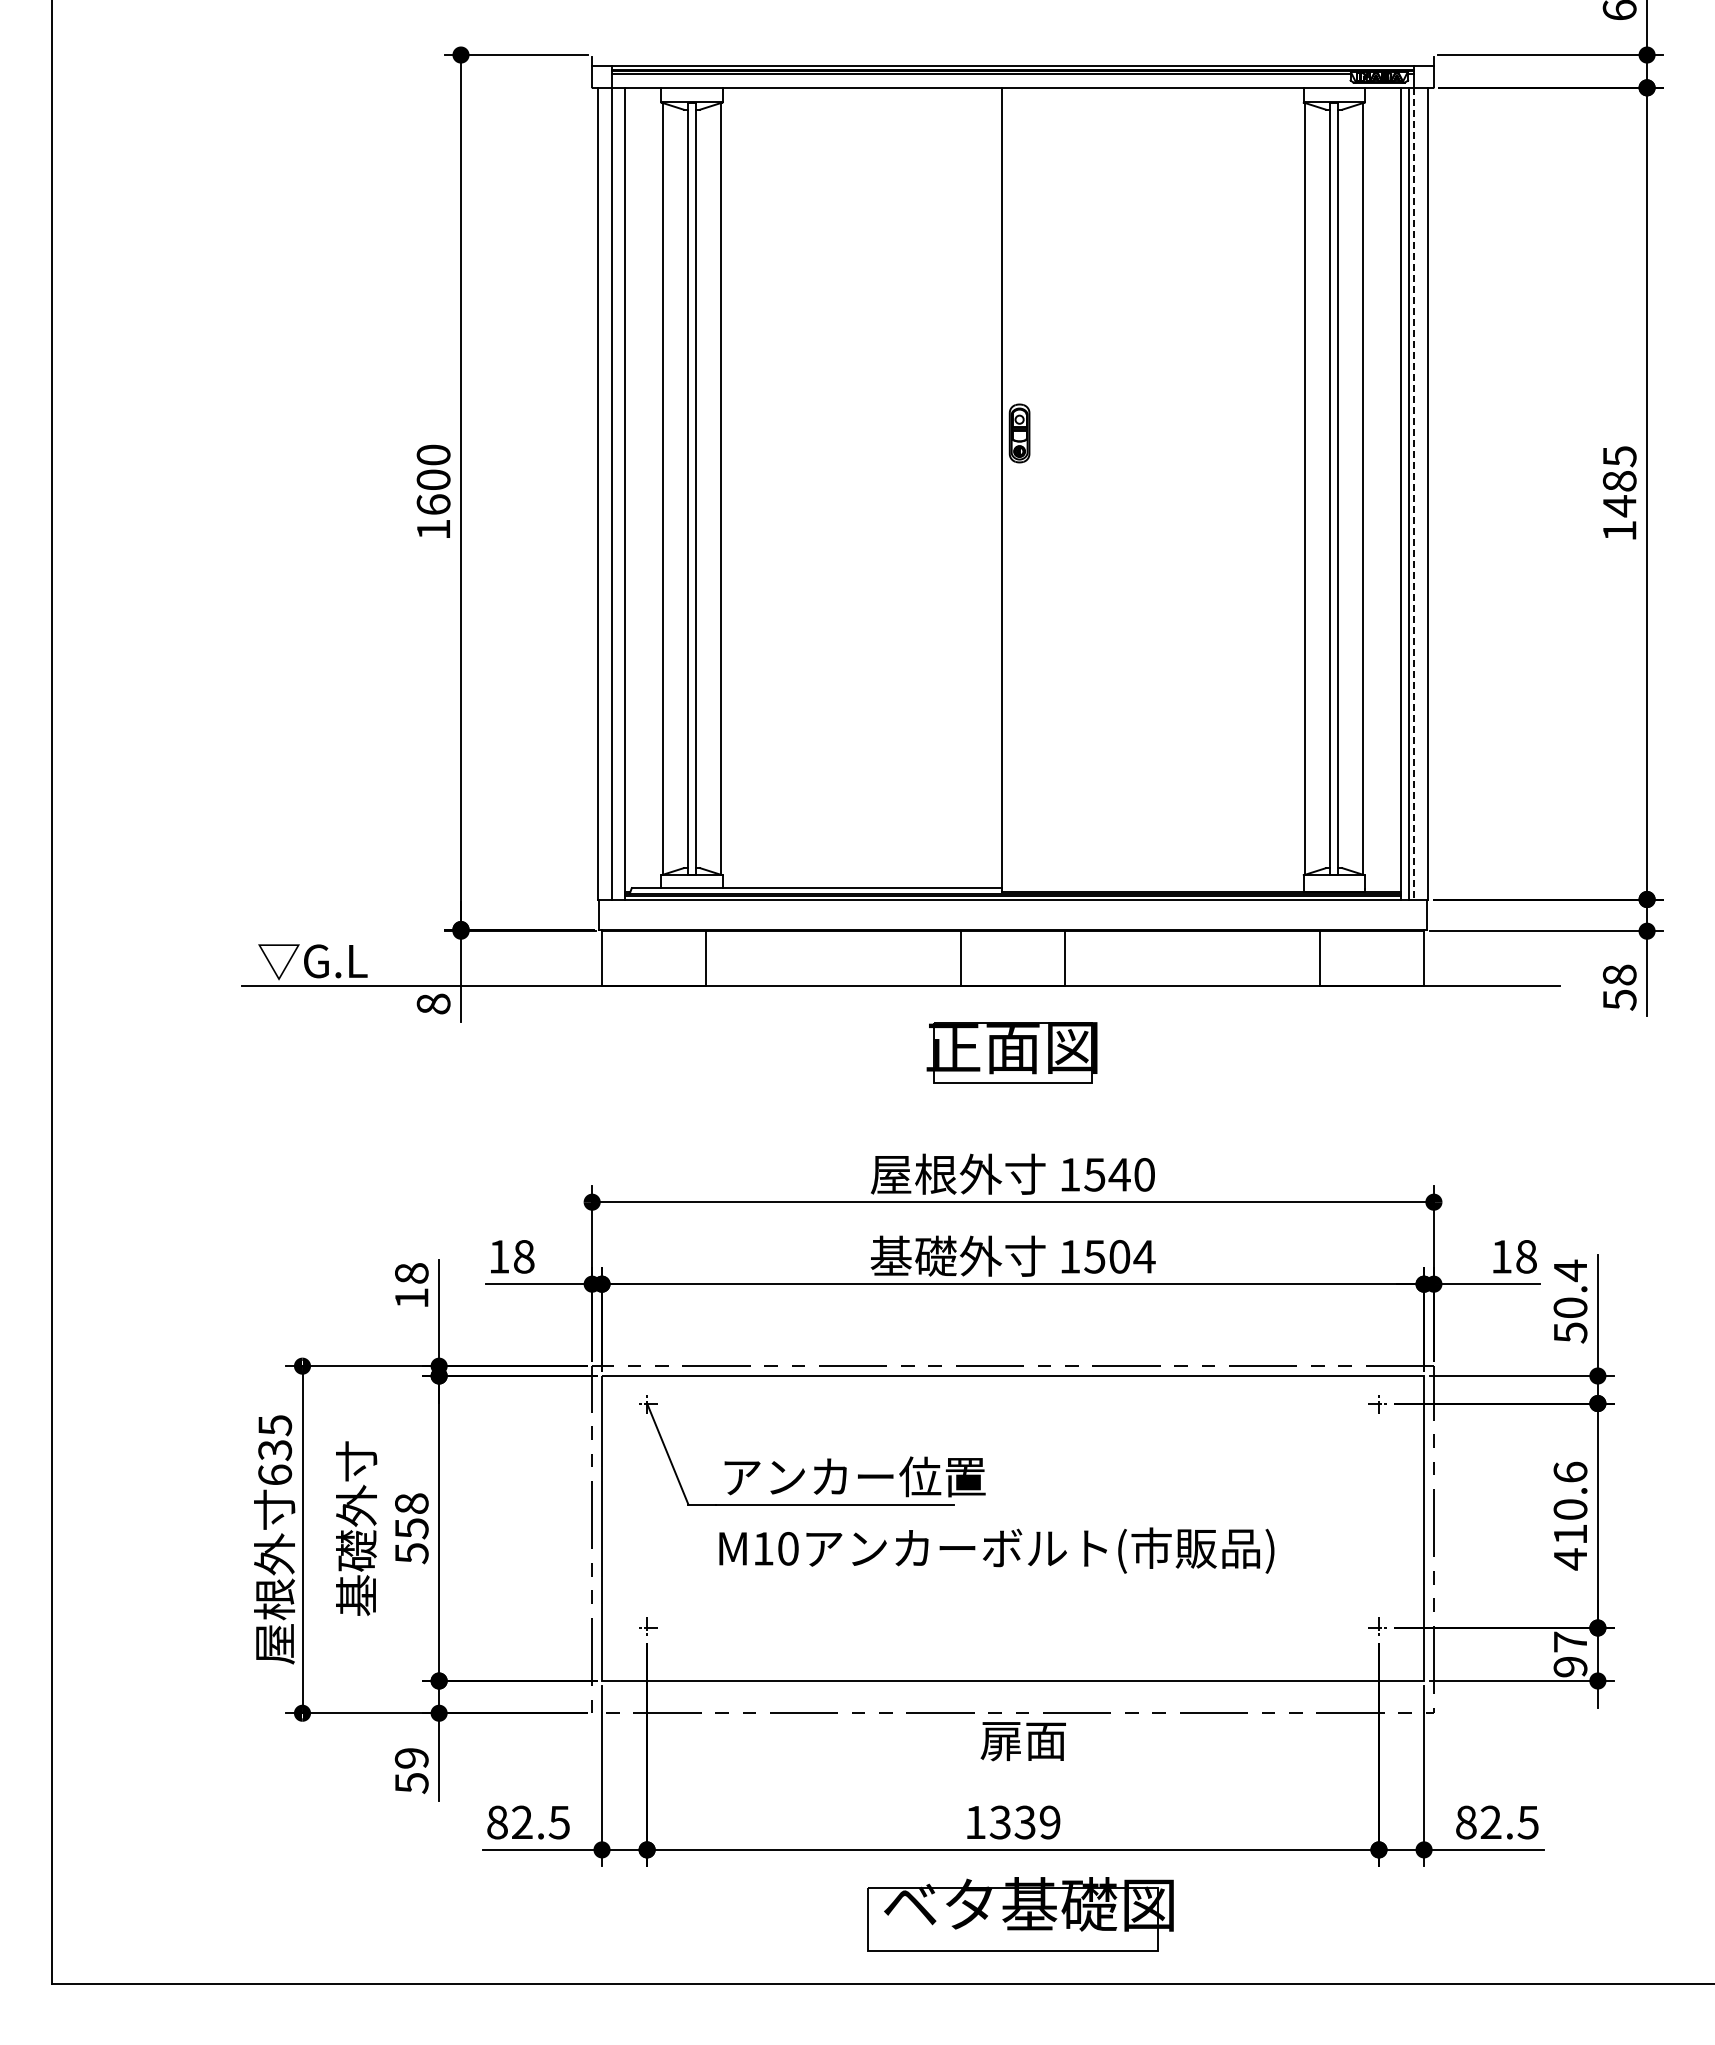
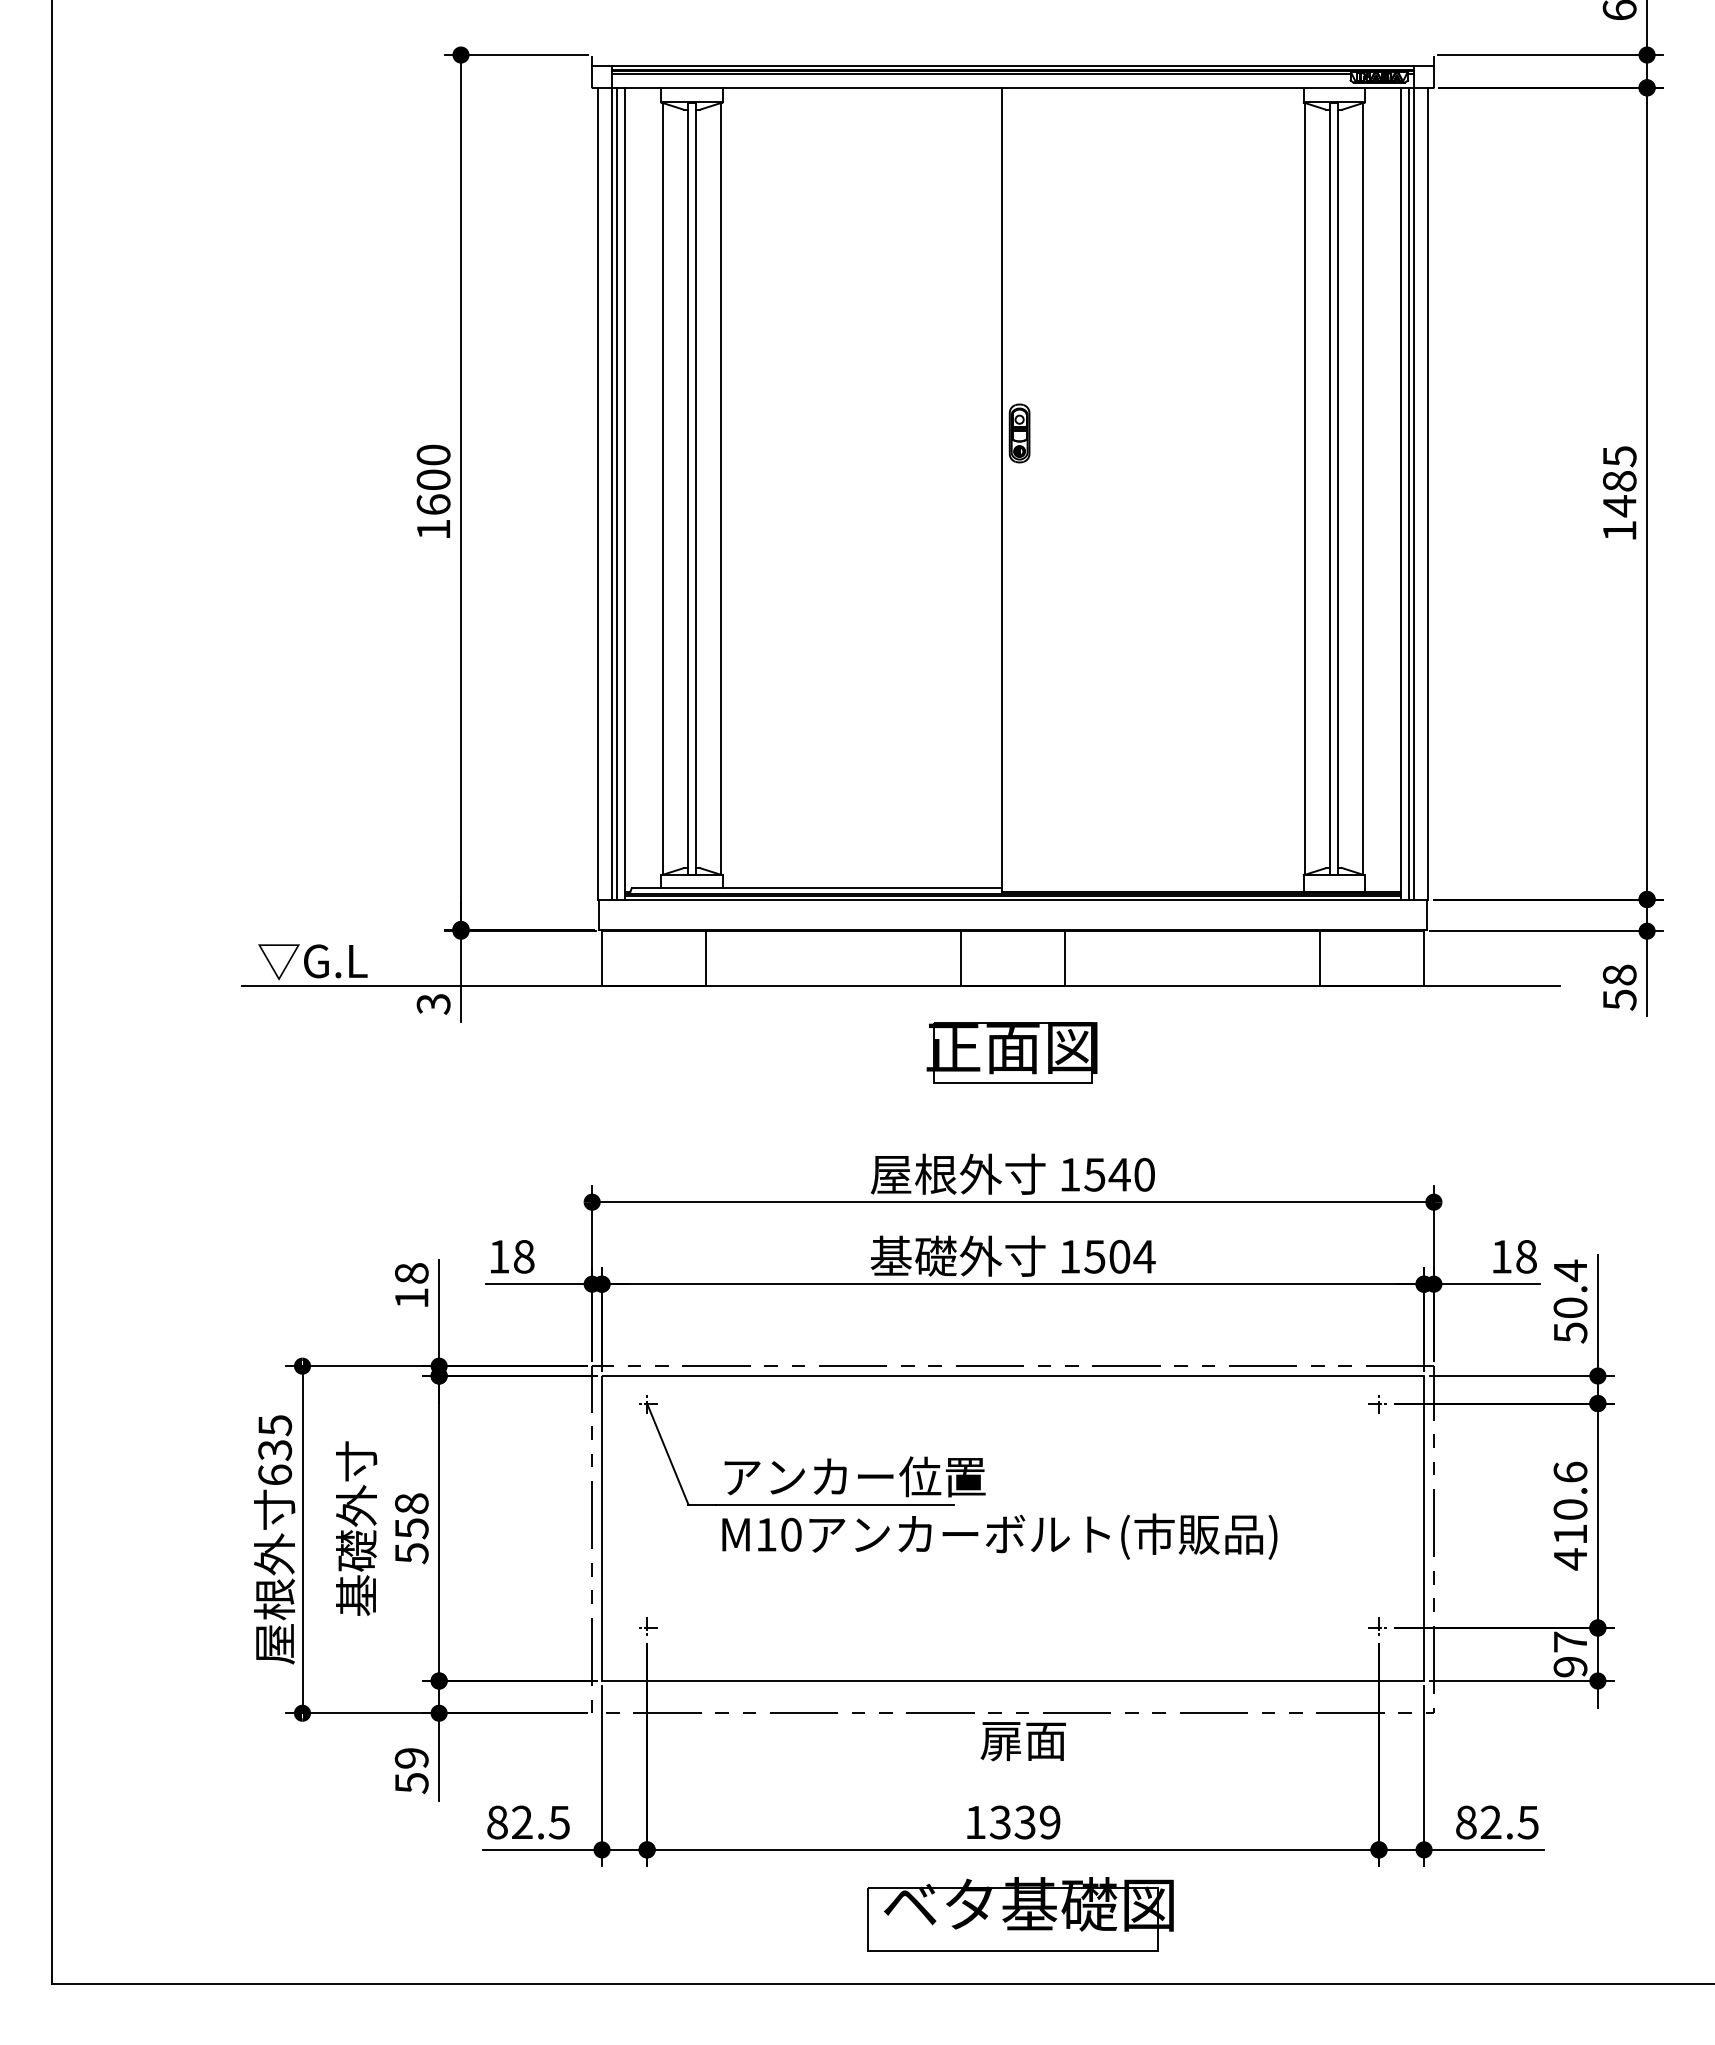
line at (616, 493): none -> present
line at (1413, 493): dashed -> solid
text at (433, 1003): 8 -> 3
text at (996, 1550) position: (996, 1550) -> (999, 1536)
